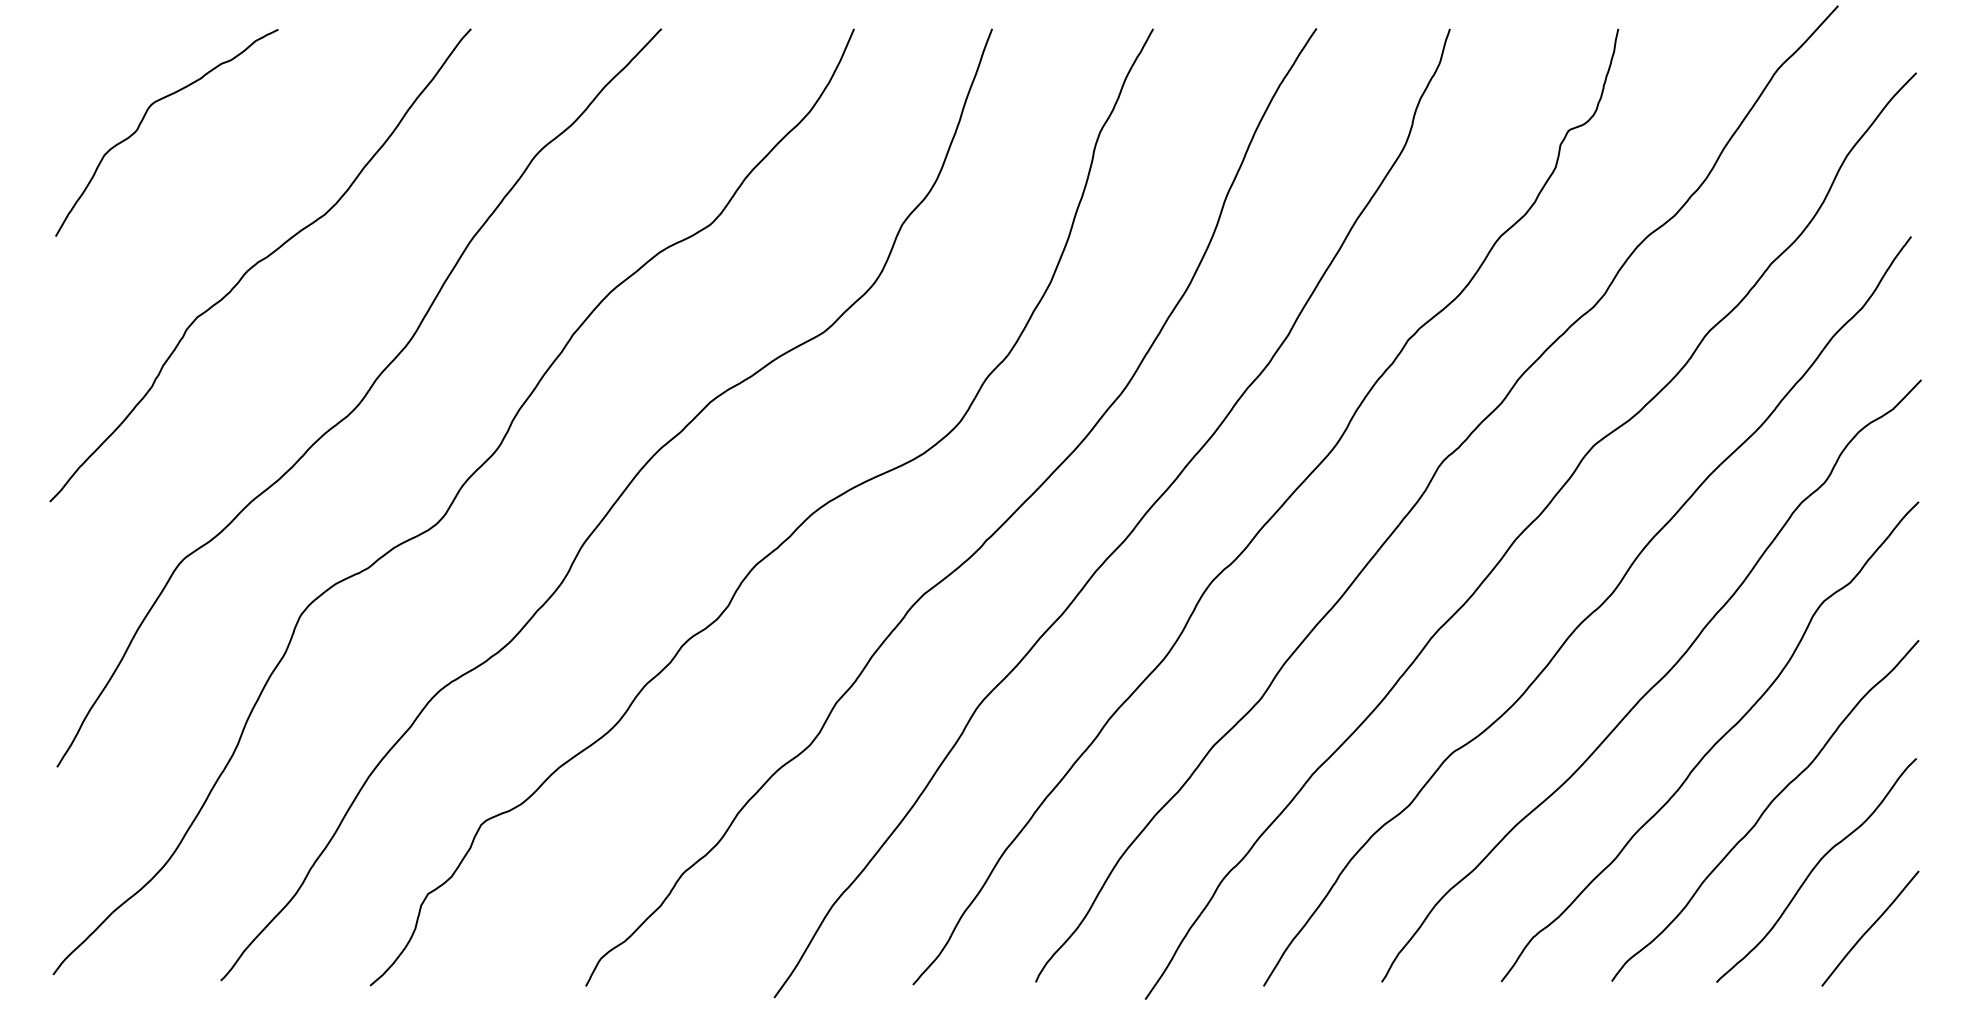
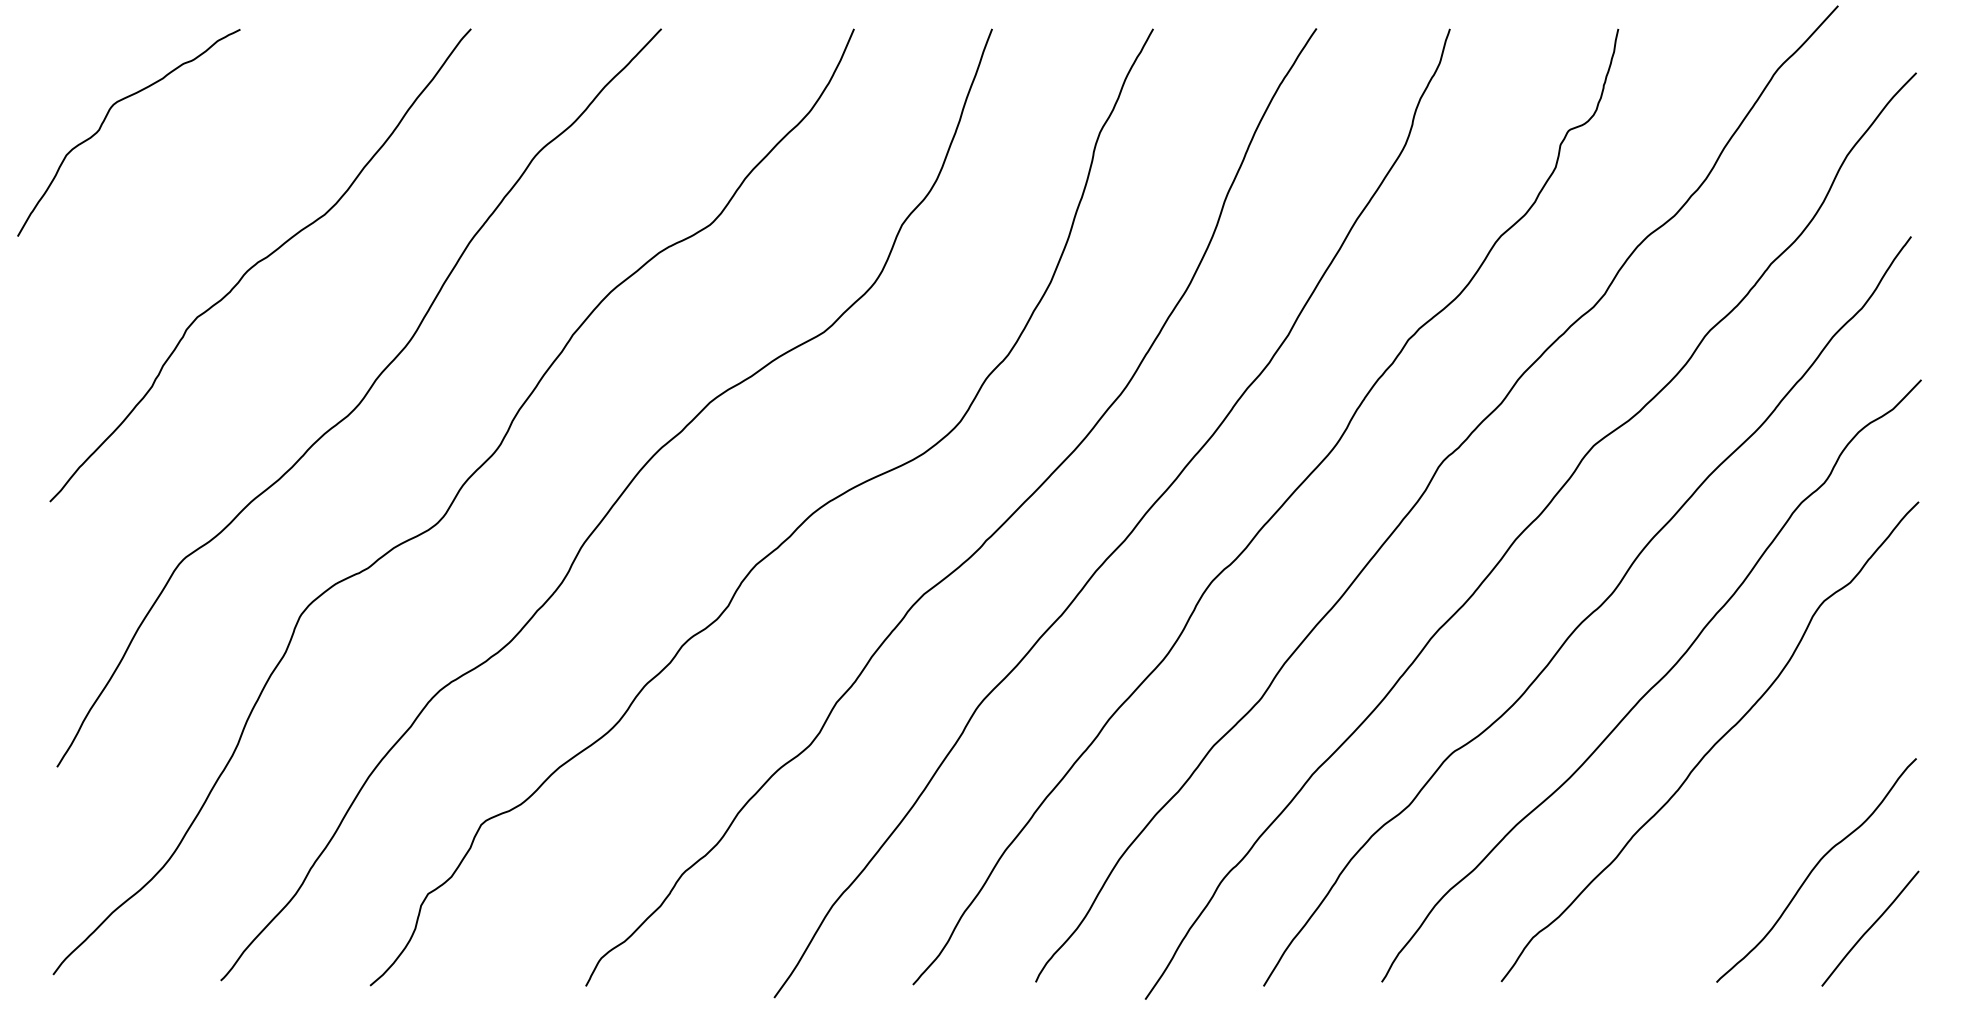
curve at (143, 120) position: (143, 120) -> (105, 120)
curve at (1765, 810): present -> none
